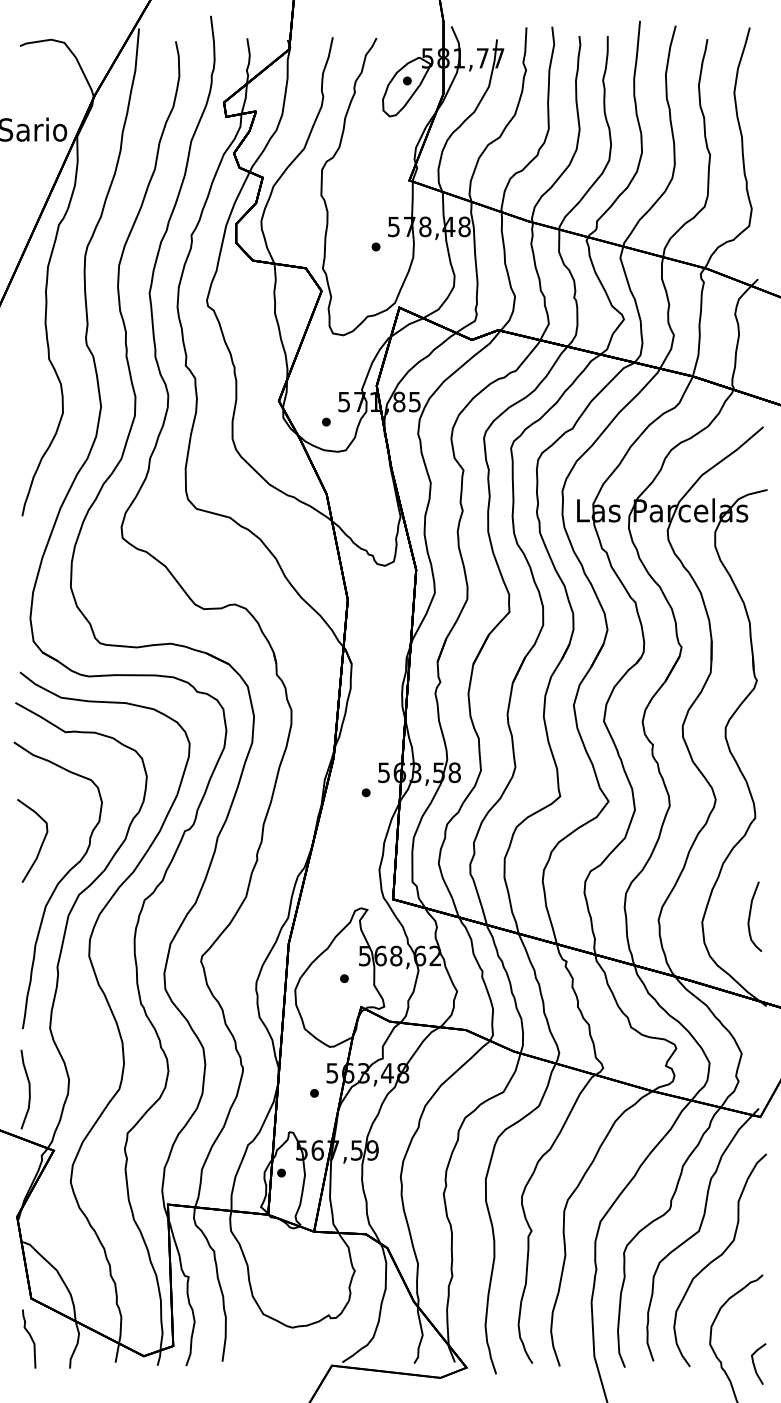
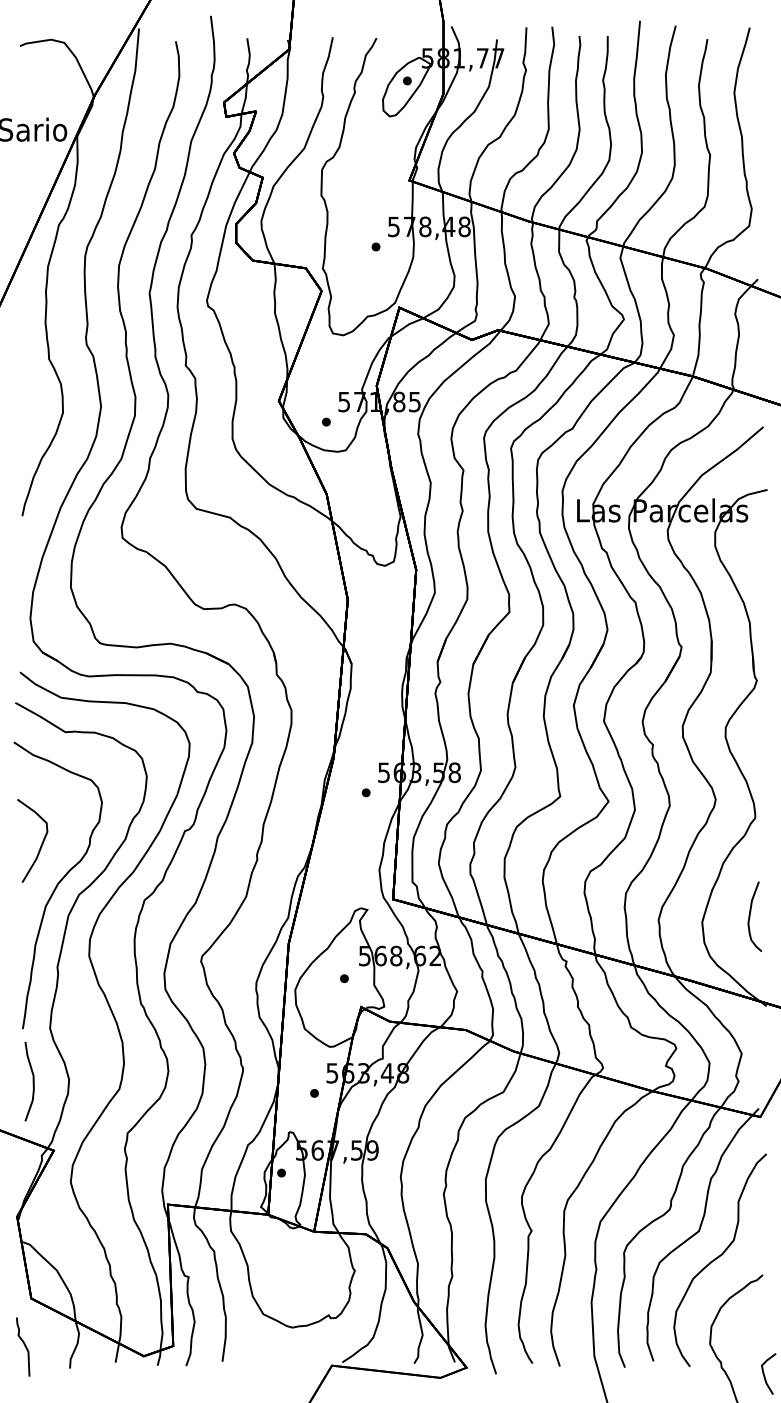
curve at (28, 1089) position: (28, 1089) -> (32, 1081)
curve at (30, 1338) position: (30, 1338) -> (24, 1346)
curve at (754, 1363) position: (754, 1363) -> (764, 1373)
